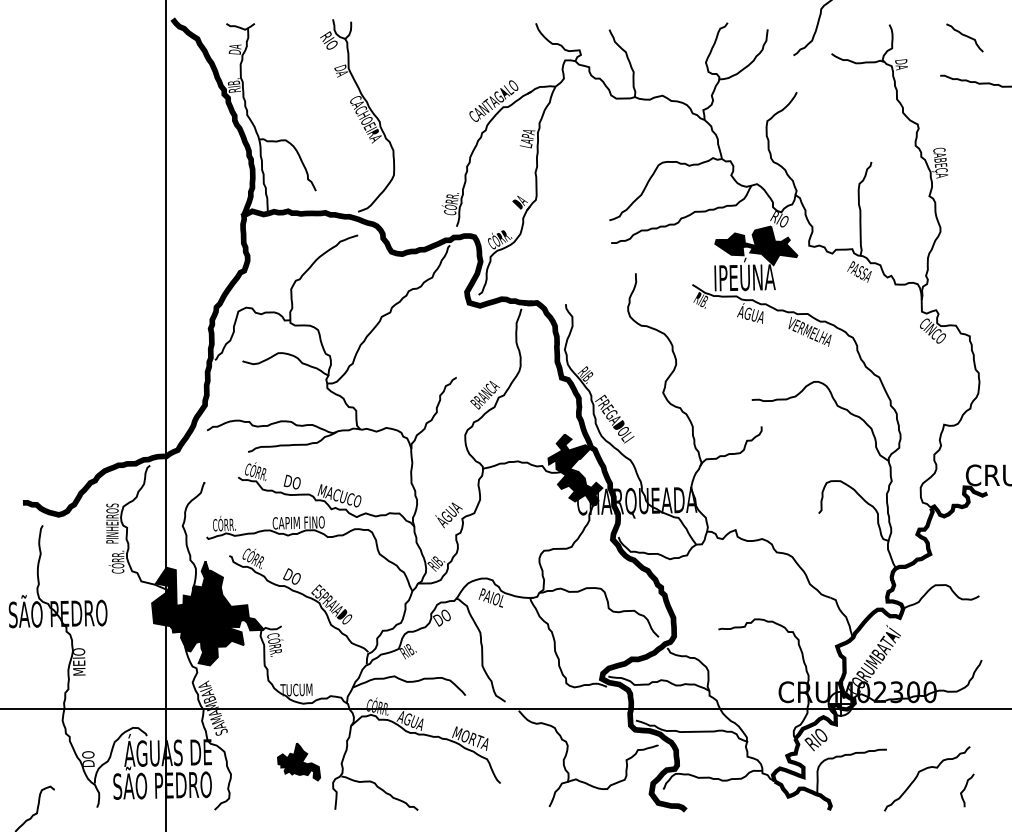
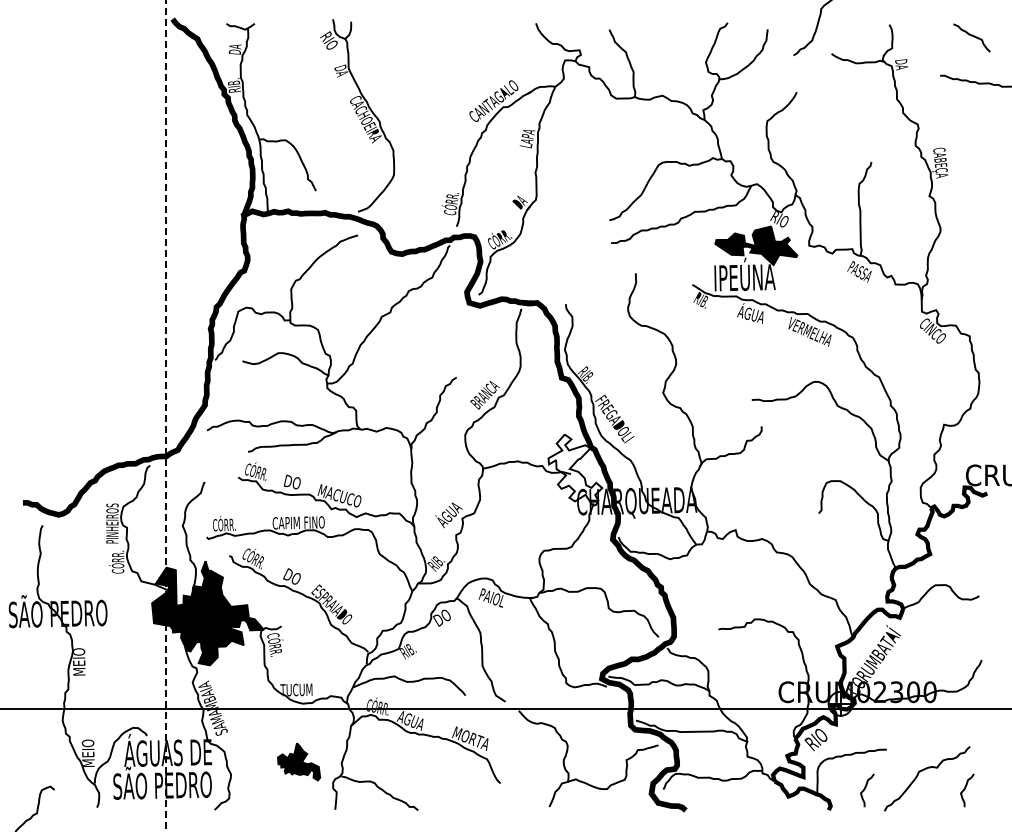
curve at (964, 36) position: (964, 36) -> (971, 36)
line at (165, 415): solid -> dashed
fill at (575, 469): present -> none
text at (87, 752): DO -> MEIO
curve at (865, 789): none -> present
